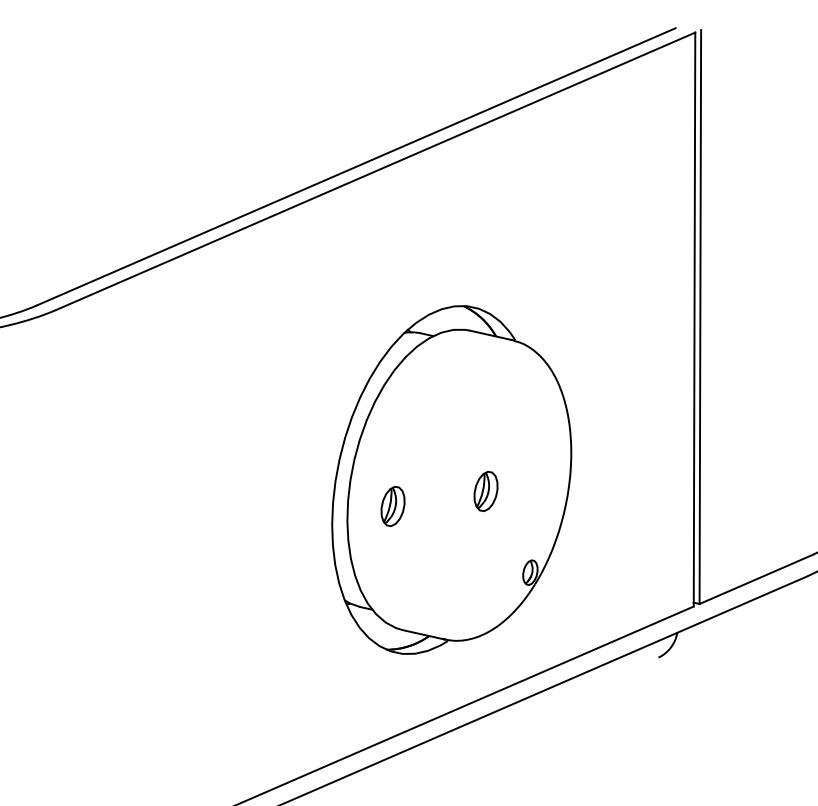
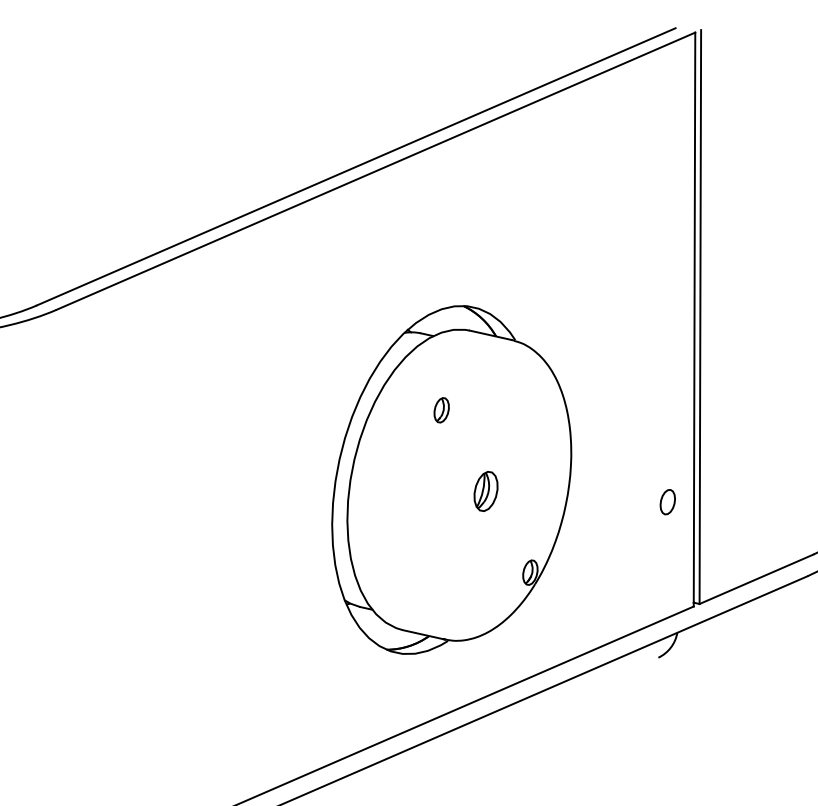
part at (441, 410): none -> present
part at (667, 502): none -> present
part at (392, 506): present -> none
